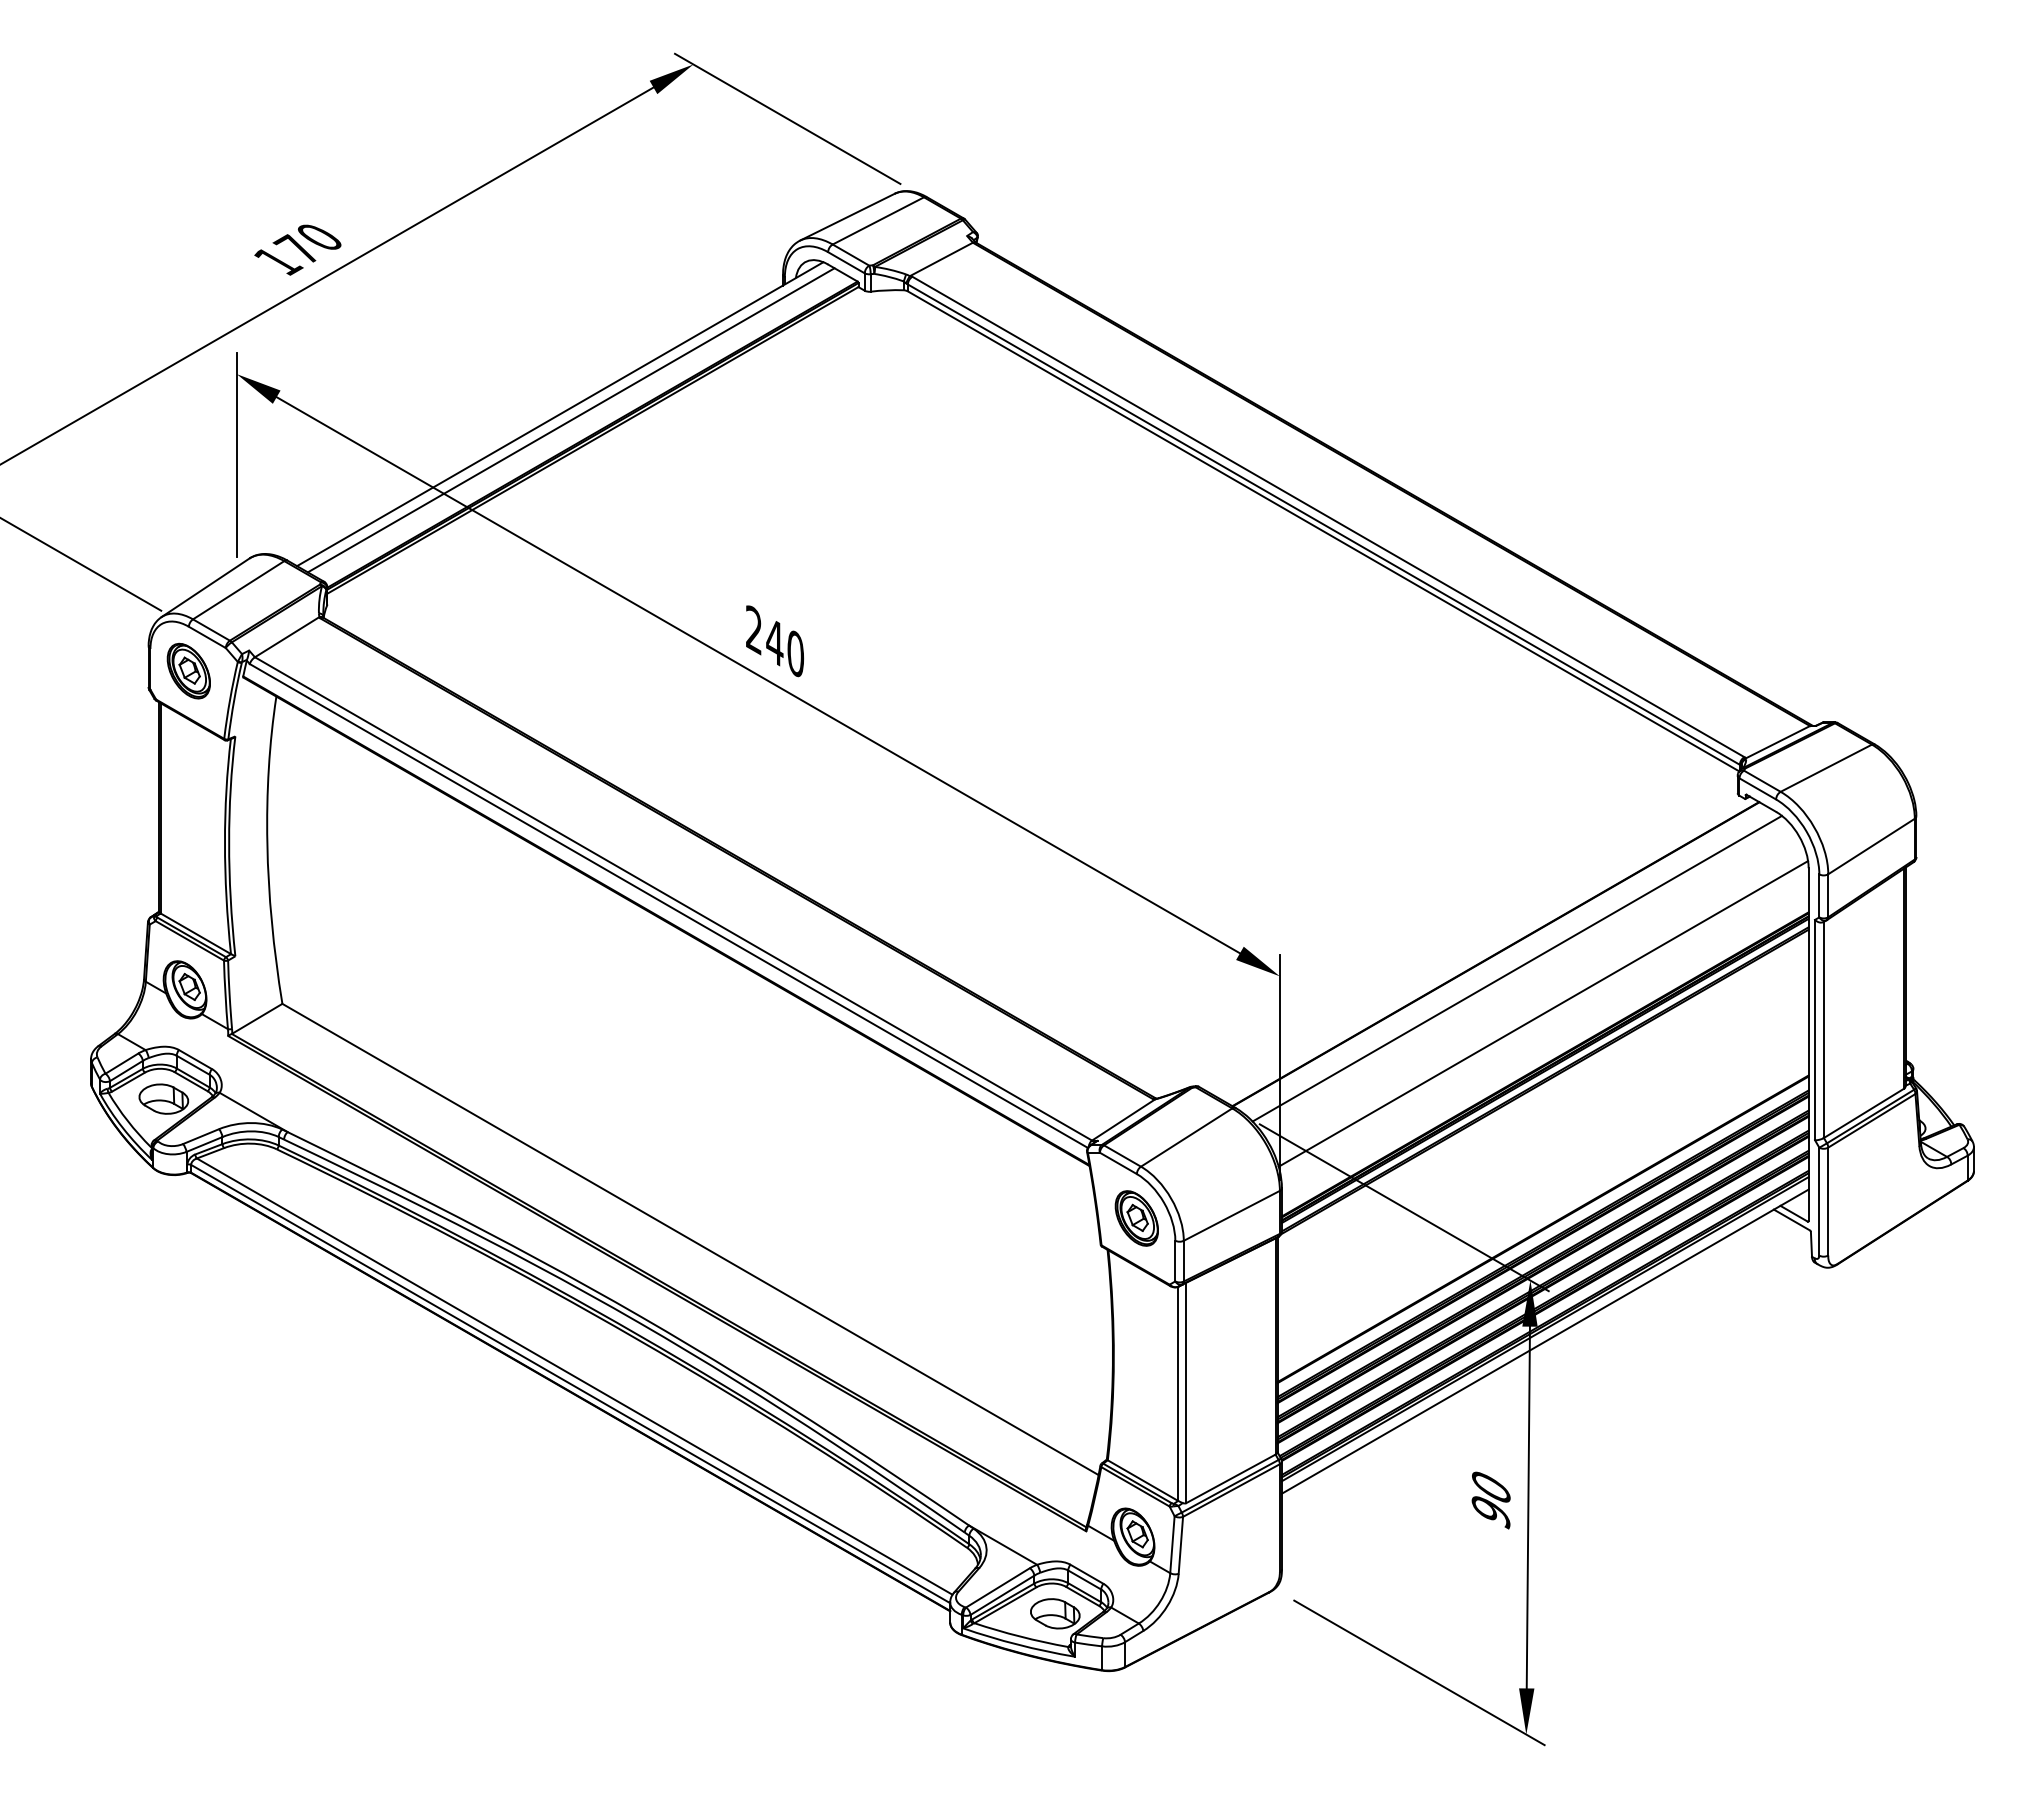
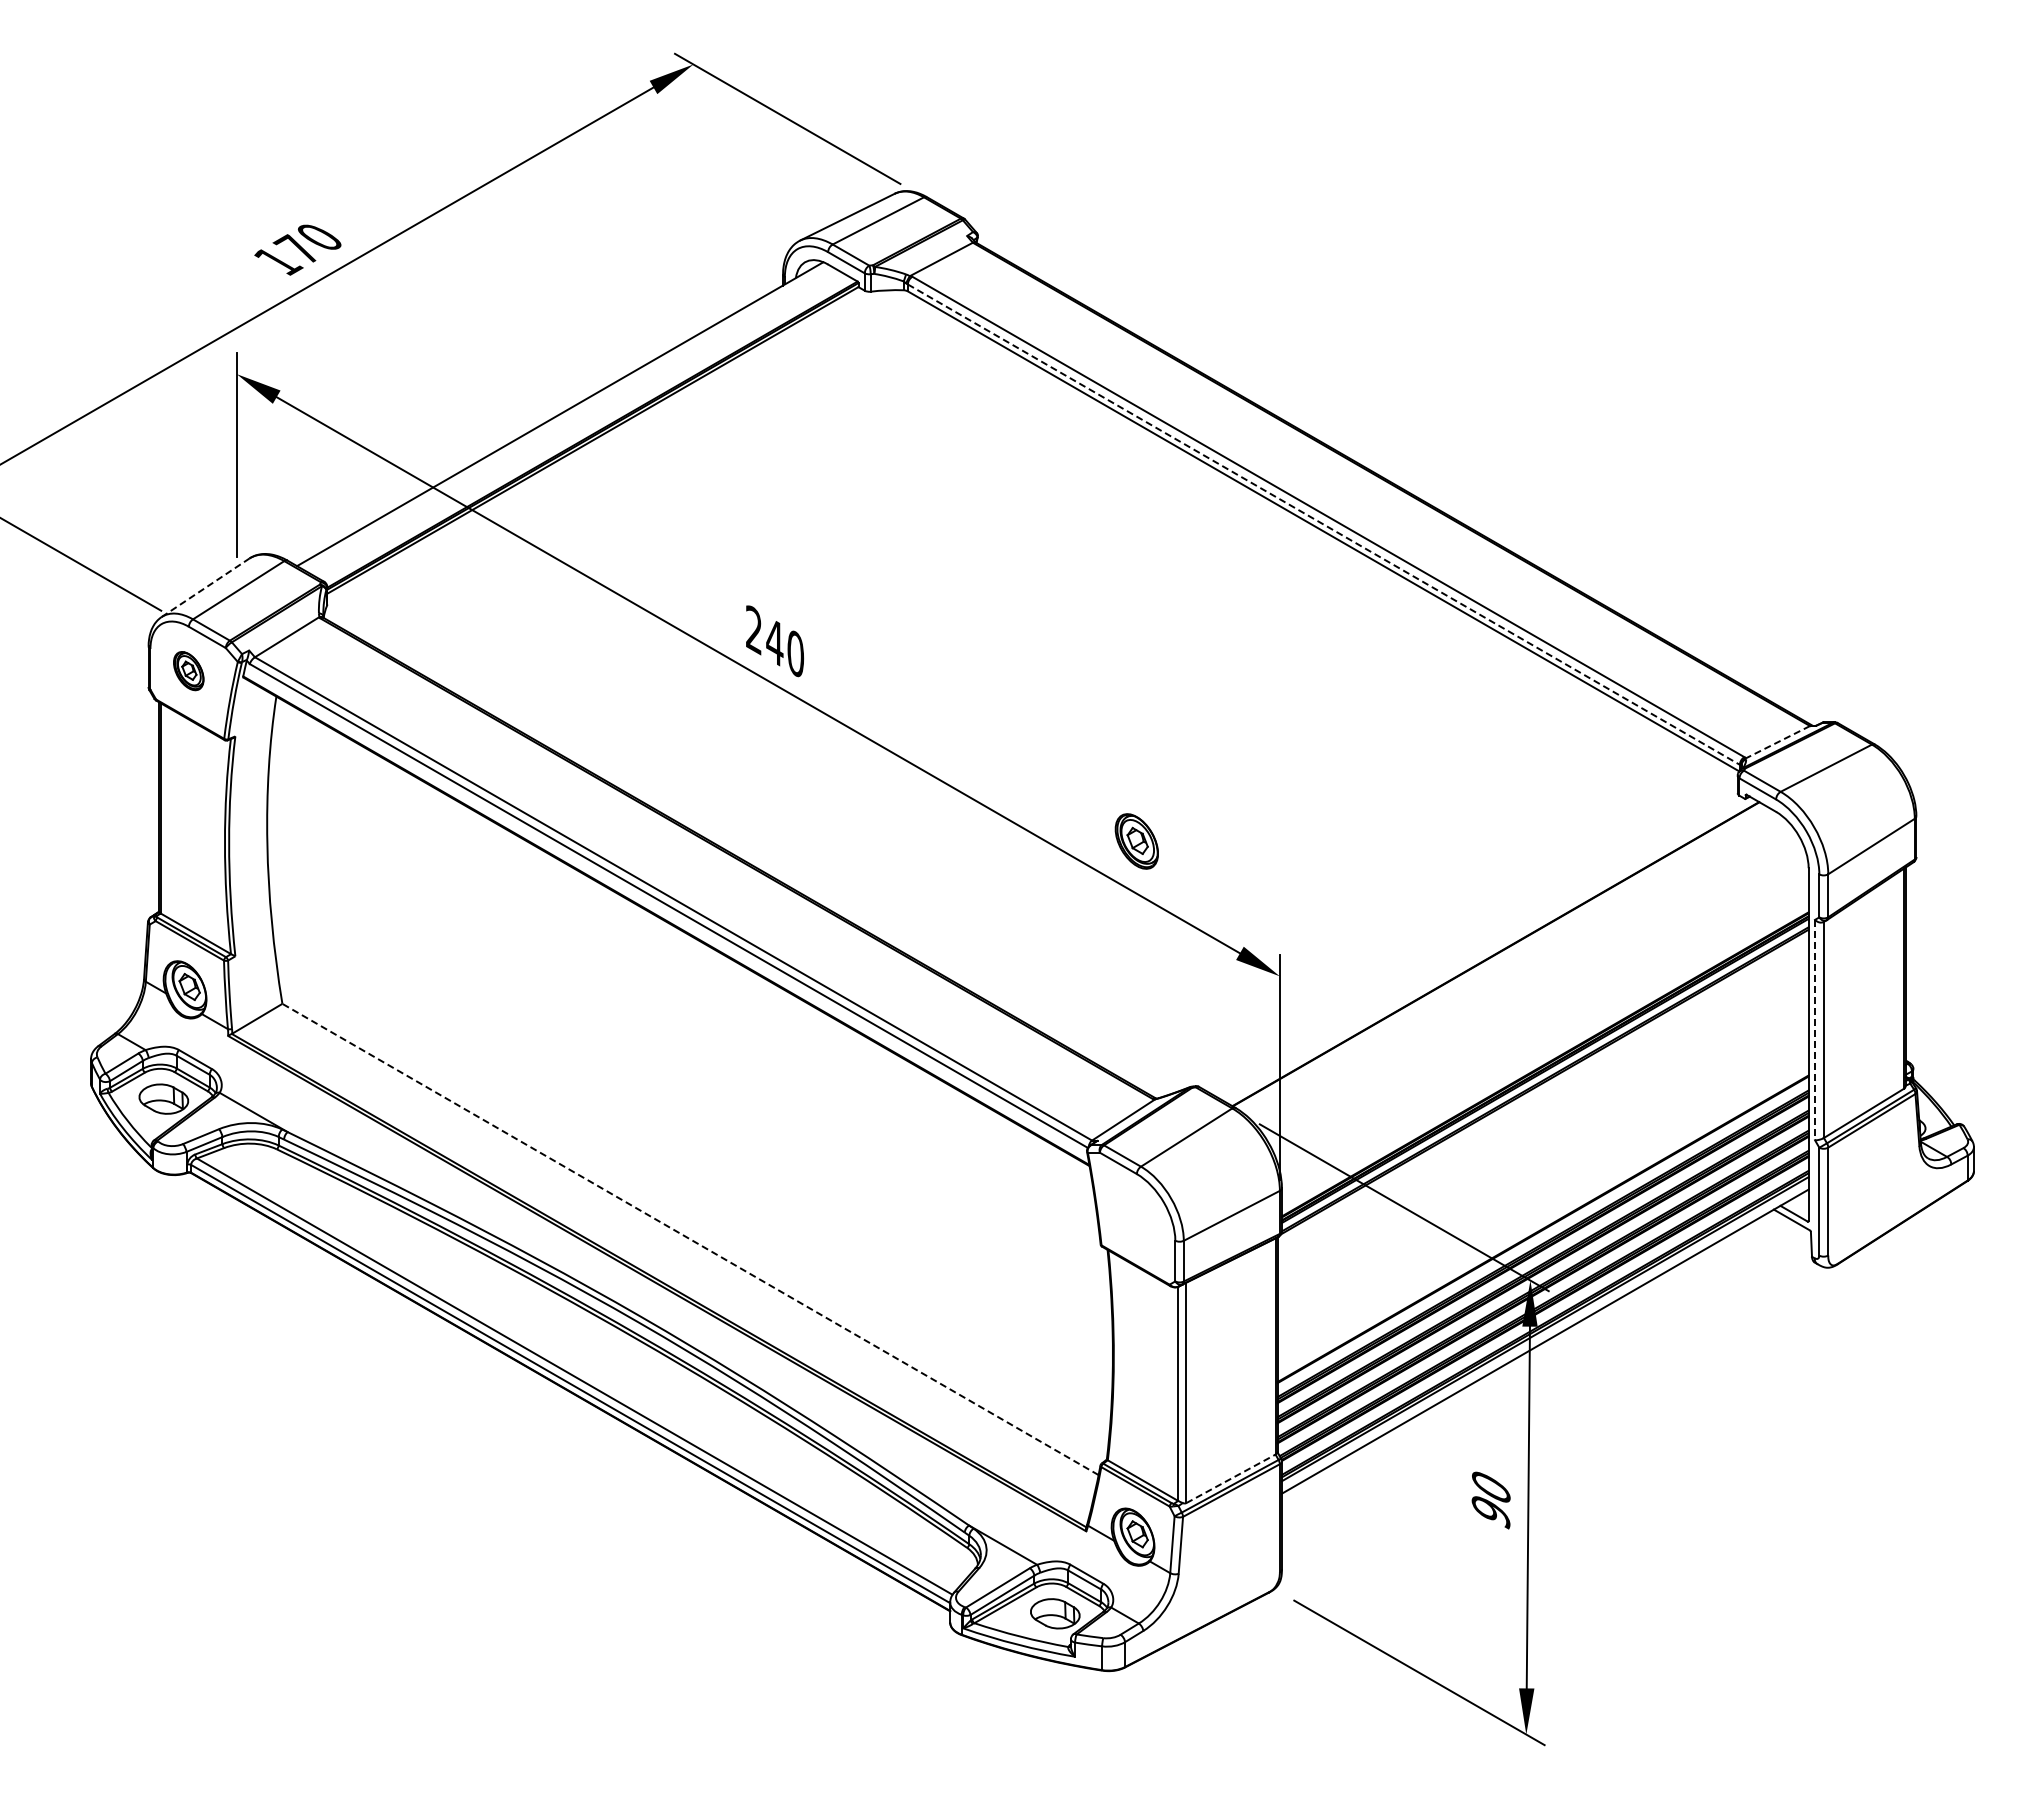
line at (570, 420): present -> none
line at (1324, 524): solid -> dashed
line at (205, 587): solid -> dashed
part at (188, 670) size: 45x58 px -> 32x41 px
line at (1778, 742): solid -> dashed
line at (1517, 968): present -> none
line at (1543, 1013): present -> none
line at (1815, 1030): solid -> dashed
part at (1136, 1218) position: (1136, 1218) -> (1136, 841)
line at (690, 1239): solid -> dashed
line at (1230, 1478): solid -> dashed
